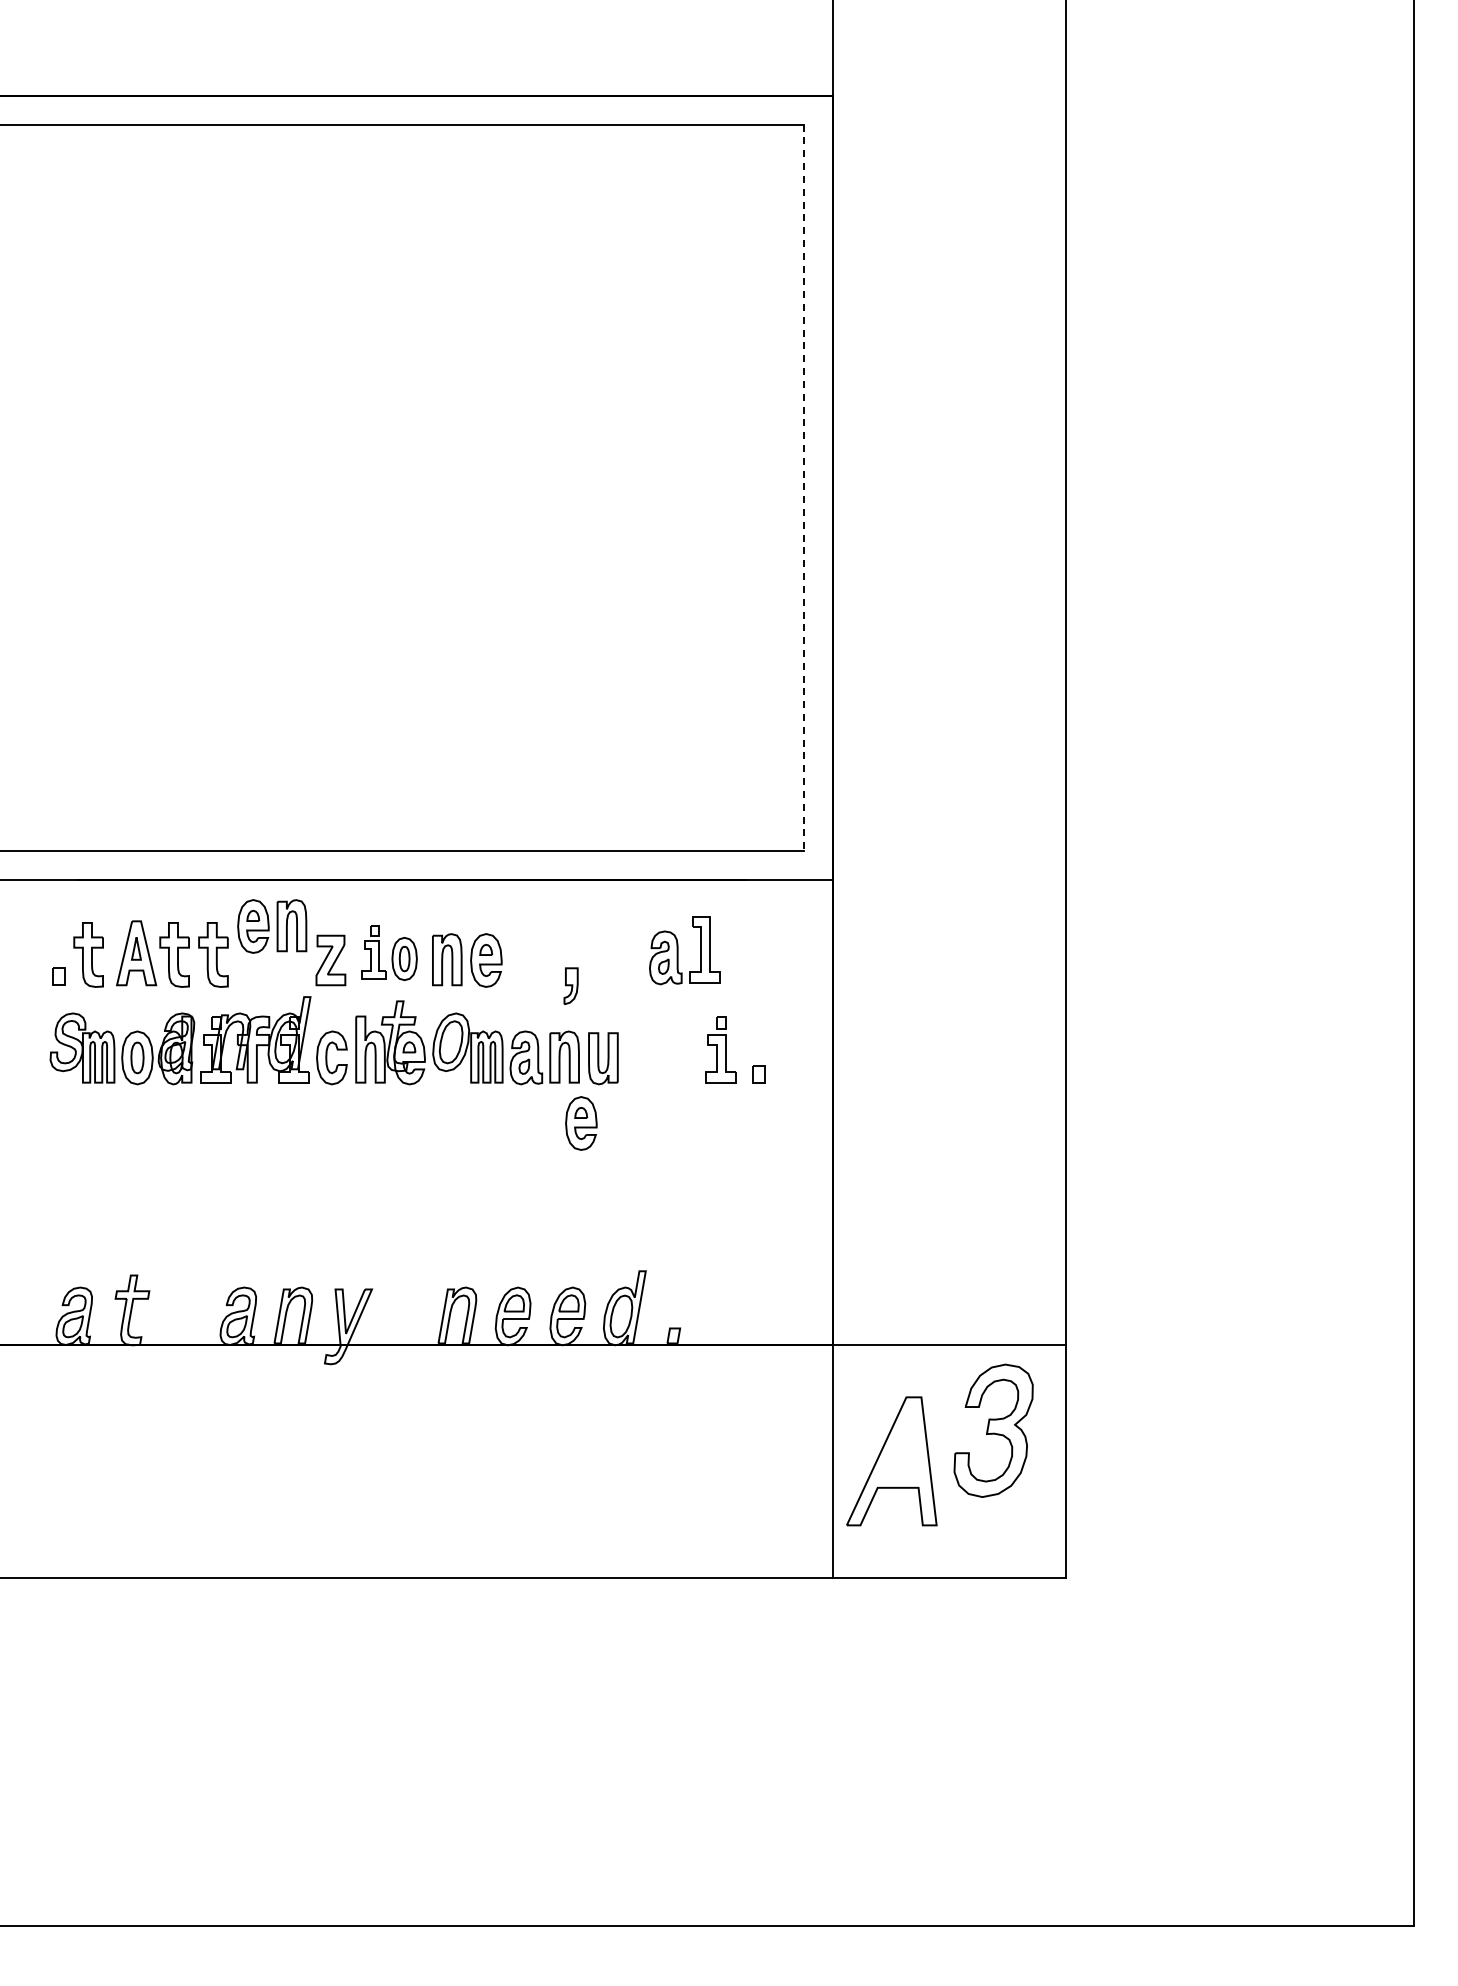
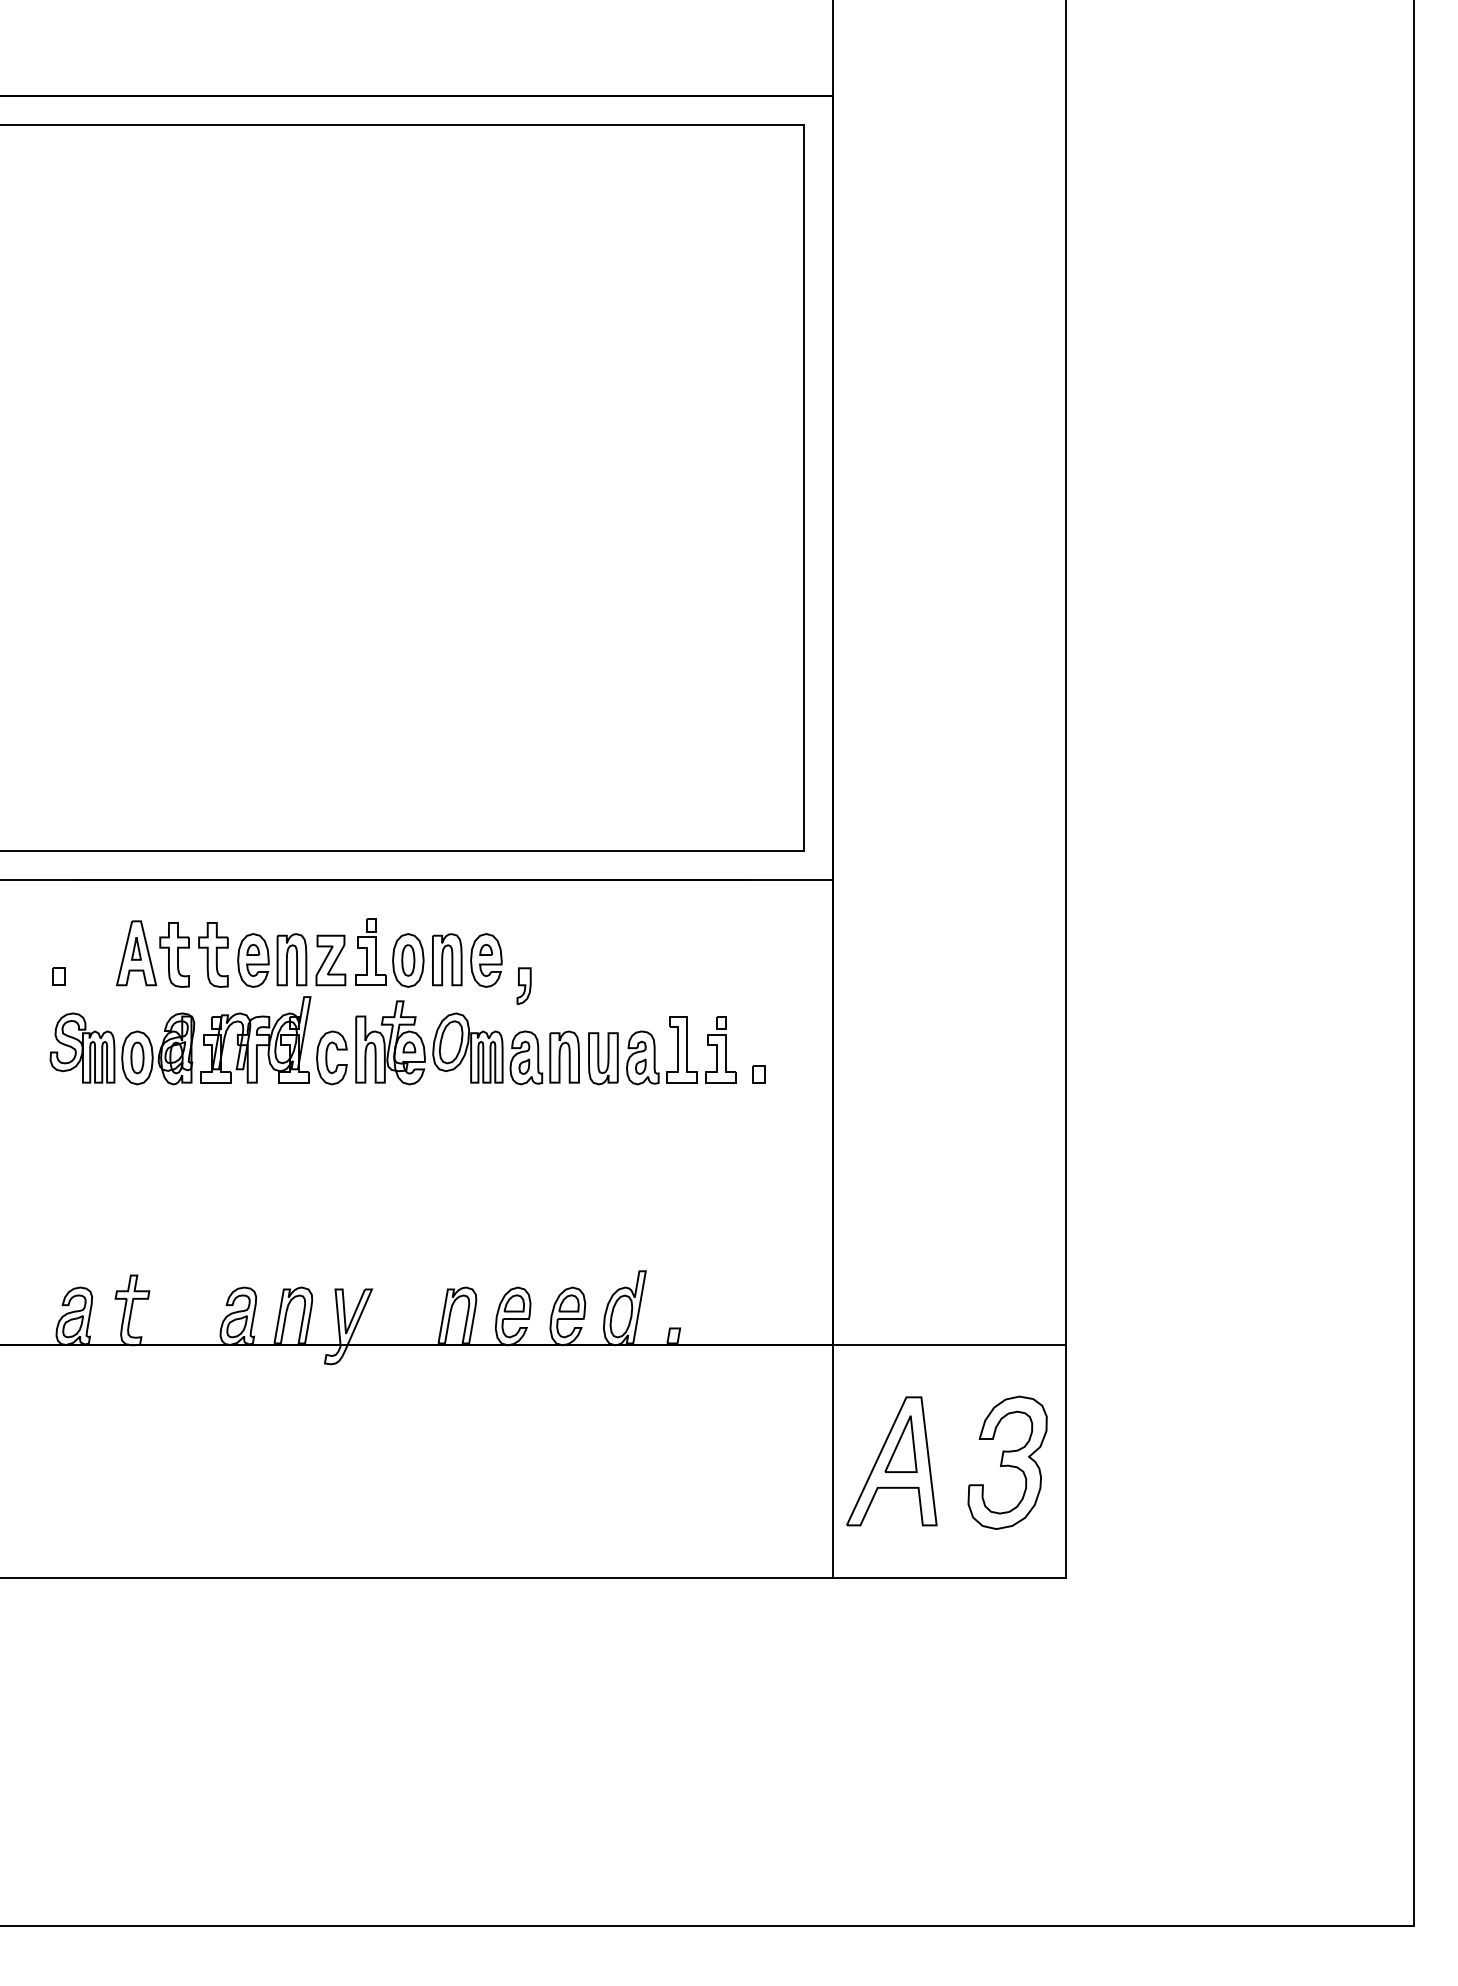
line at (804, 488): dashed -> solid
part at (272, 926) position: (272, 926) -> (272, 960)
part at (684, 950) position: (684, 950) -> (661, 1050)
part at (389, 953) size: 57x57 px -> 70x70 px
part at (88, 954): present -> none
part at (570, 985) position: (570, 985) -> (523, 985)
part at (581, 1123): present -> none
part at (993, 1430) position: (993, 1430) -> (1007, 1462)
part at (900, 1443): none -> present
